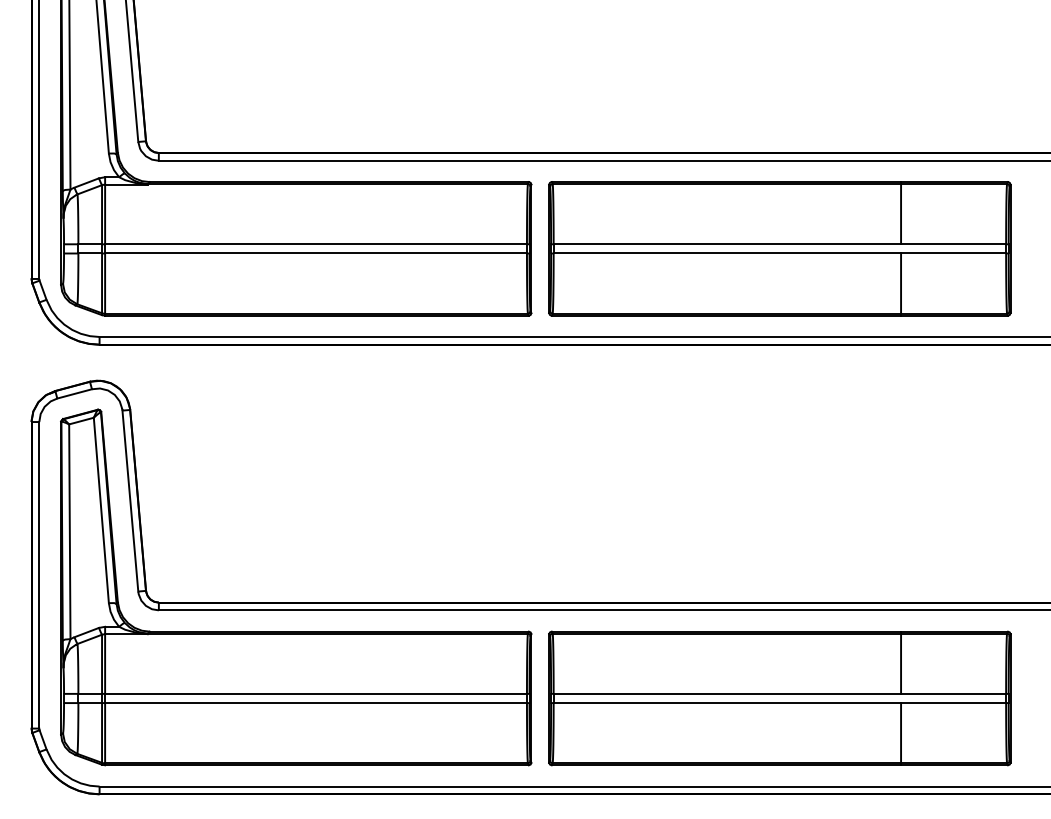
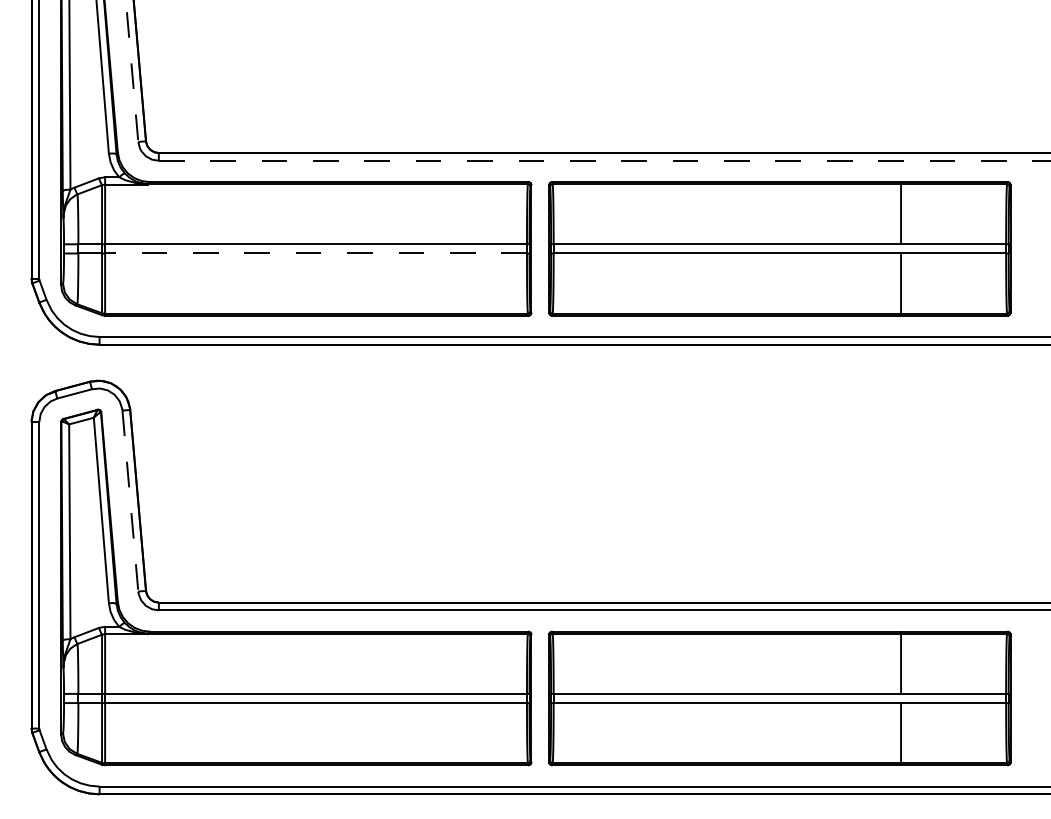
line at (132, 71): solid -> dashed
line at (604, 160): solid -> dashed
line at (316, 253): solid -> dashed
line at (130, 501): solid -> dashed
